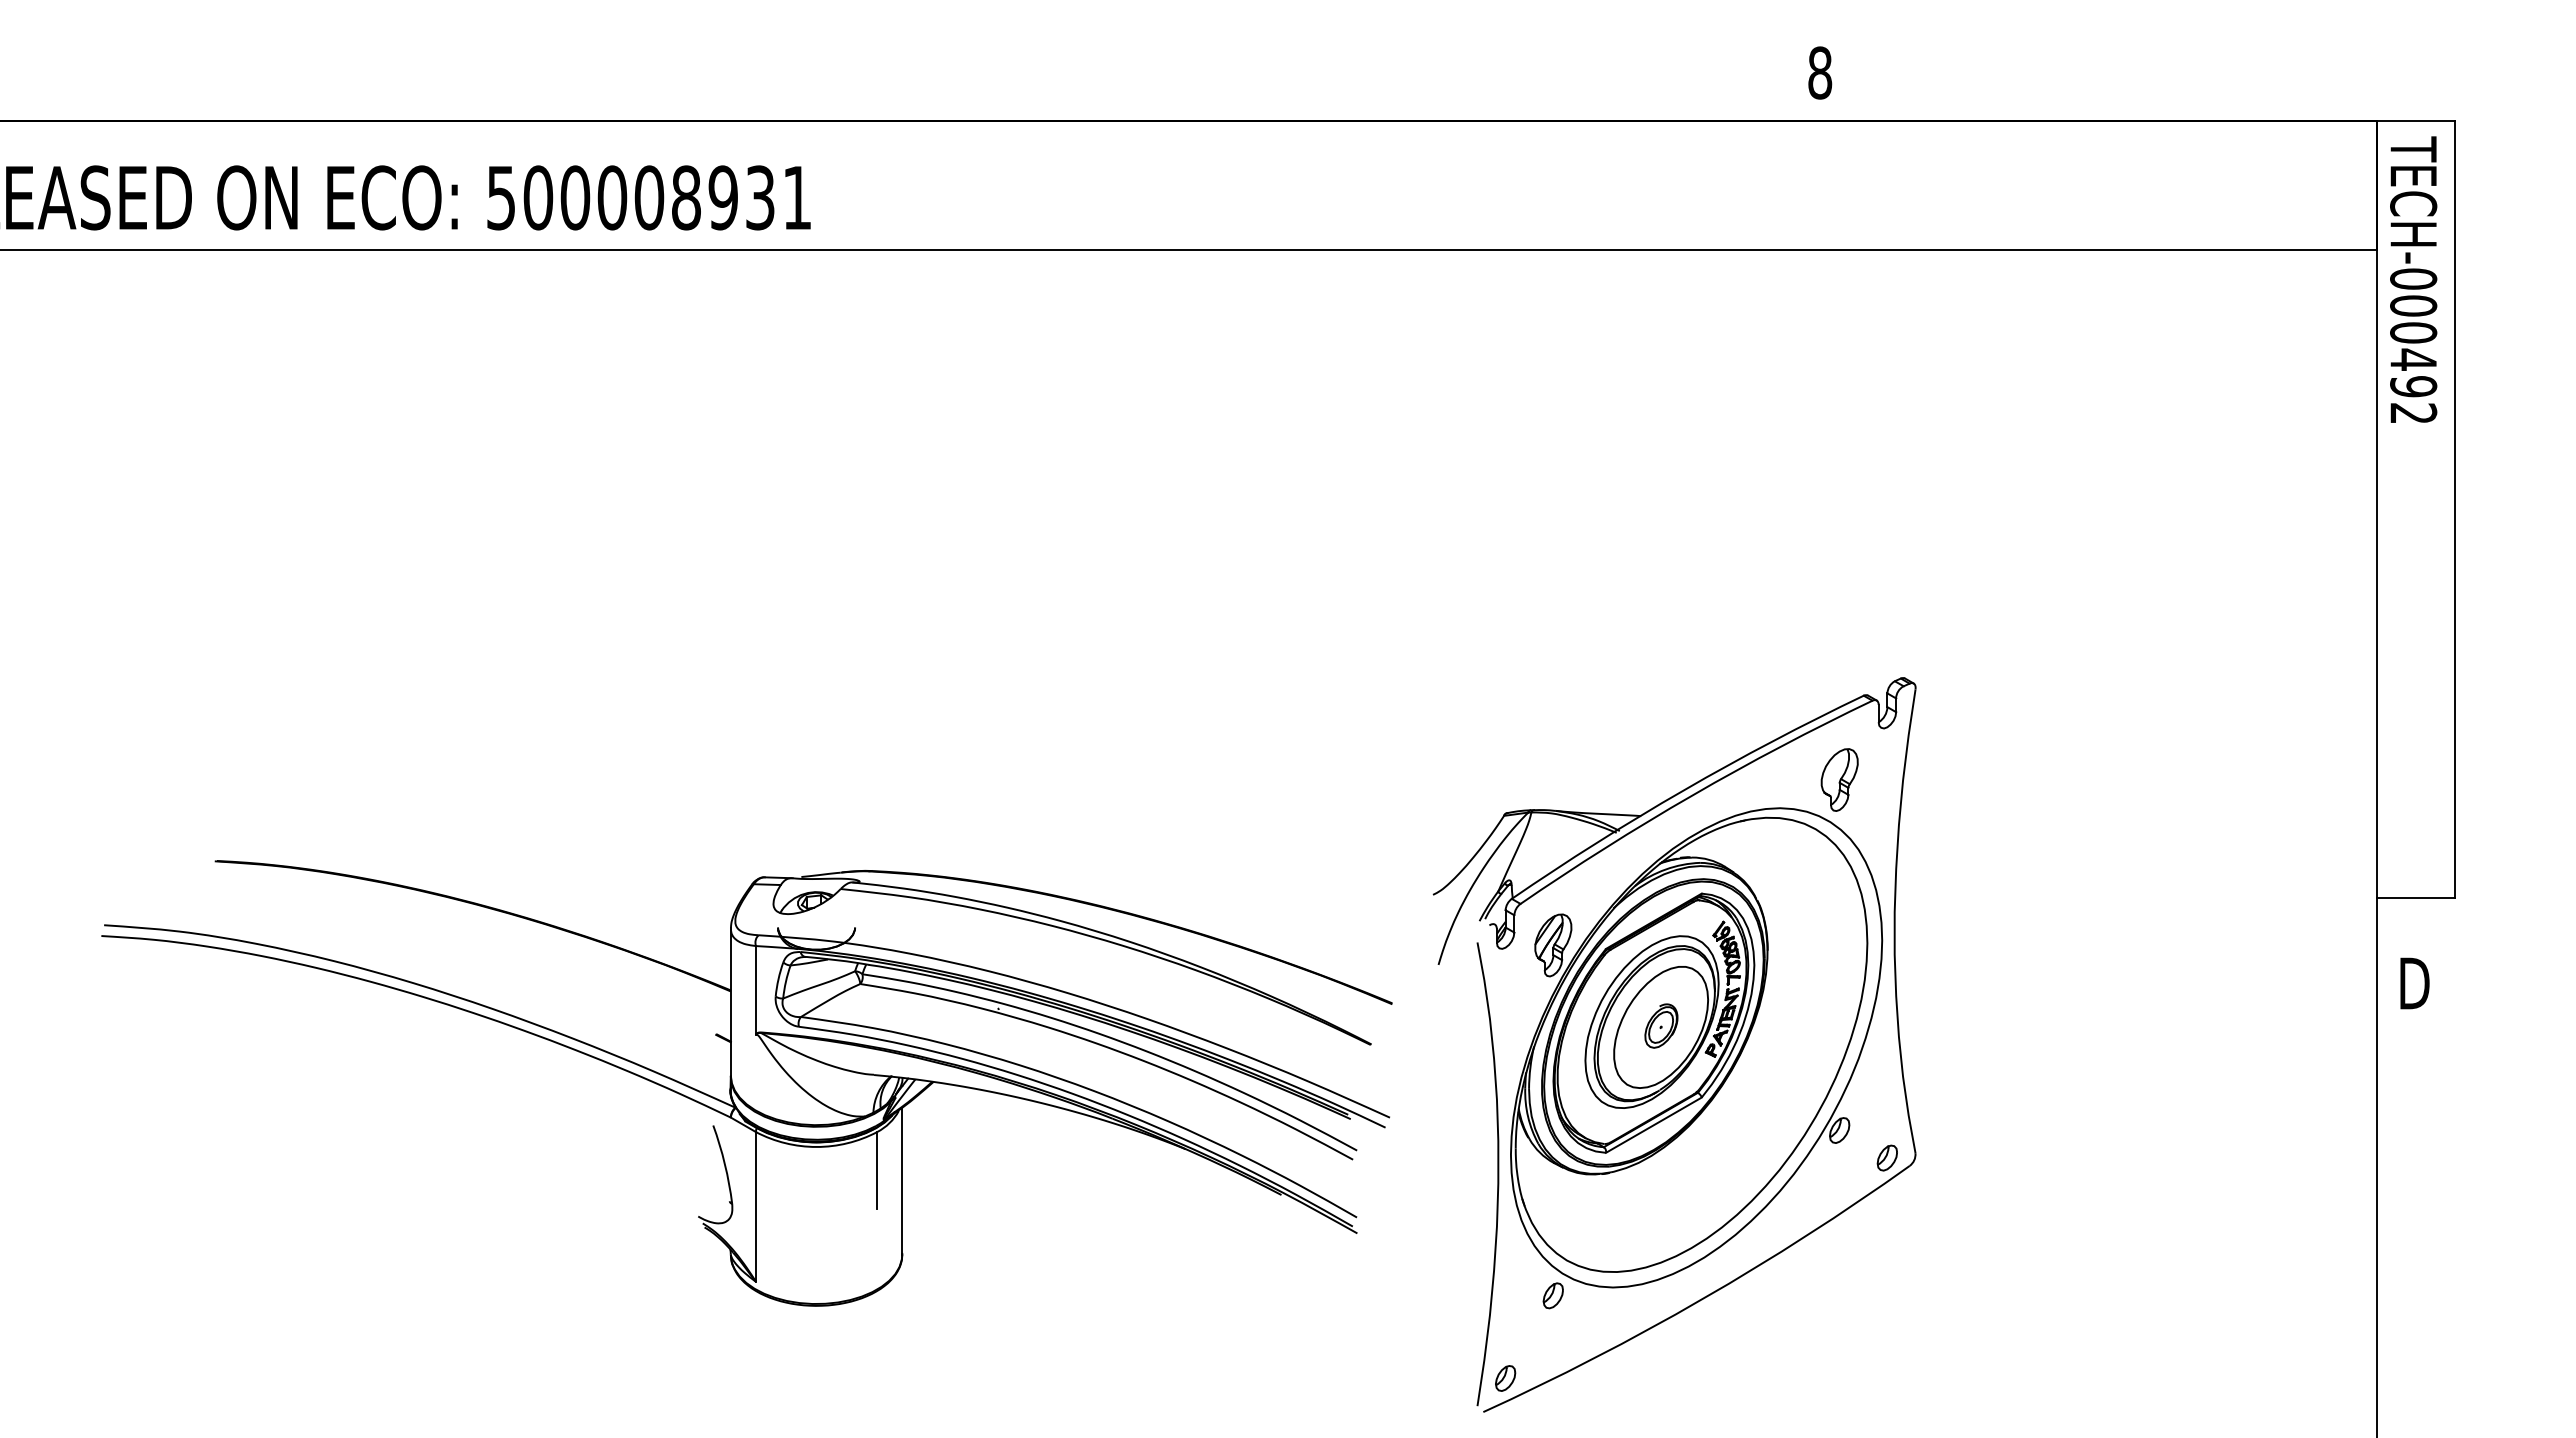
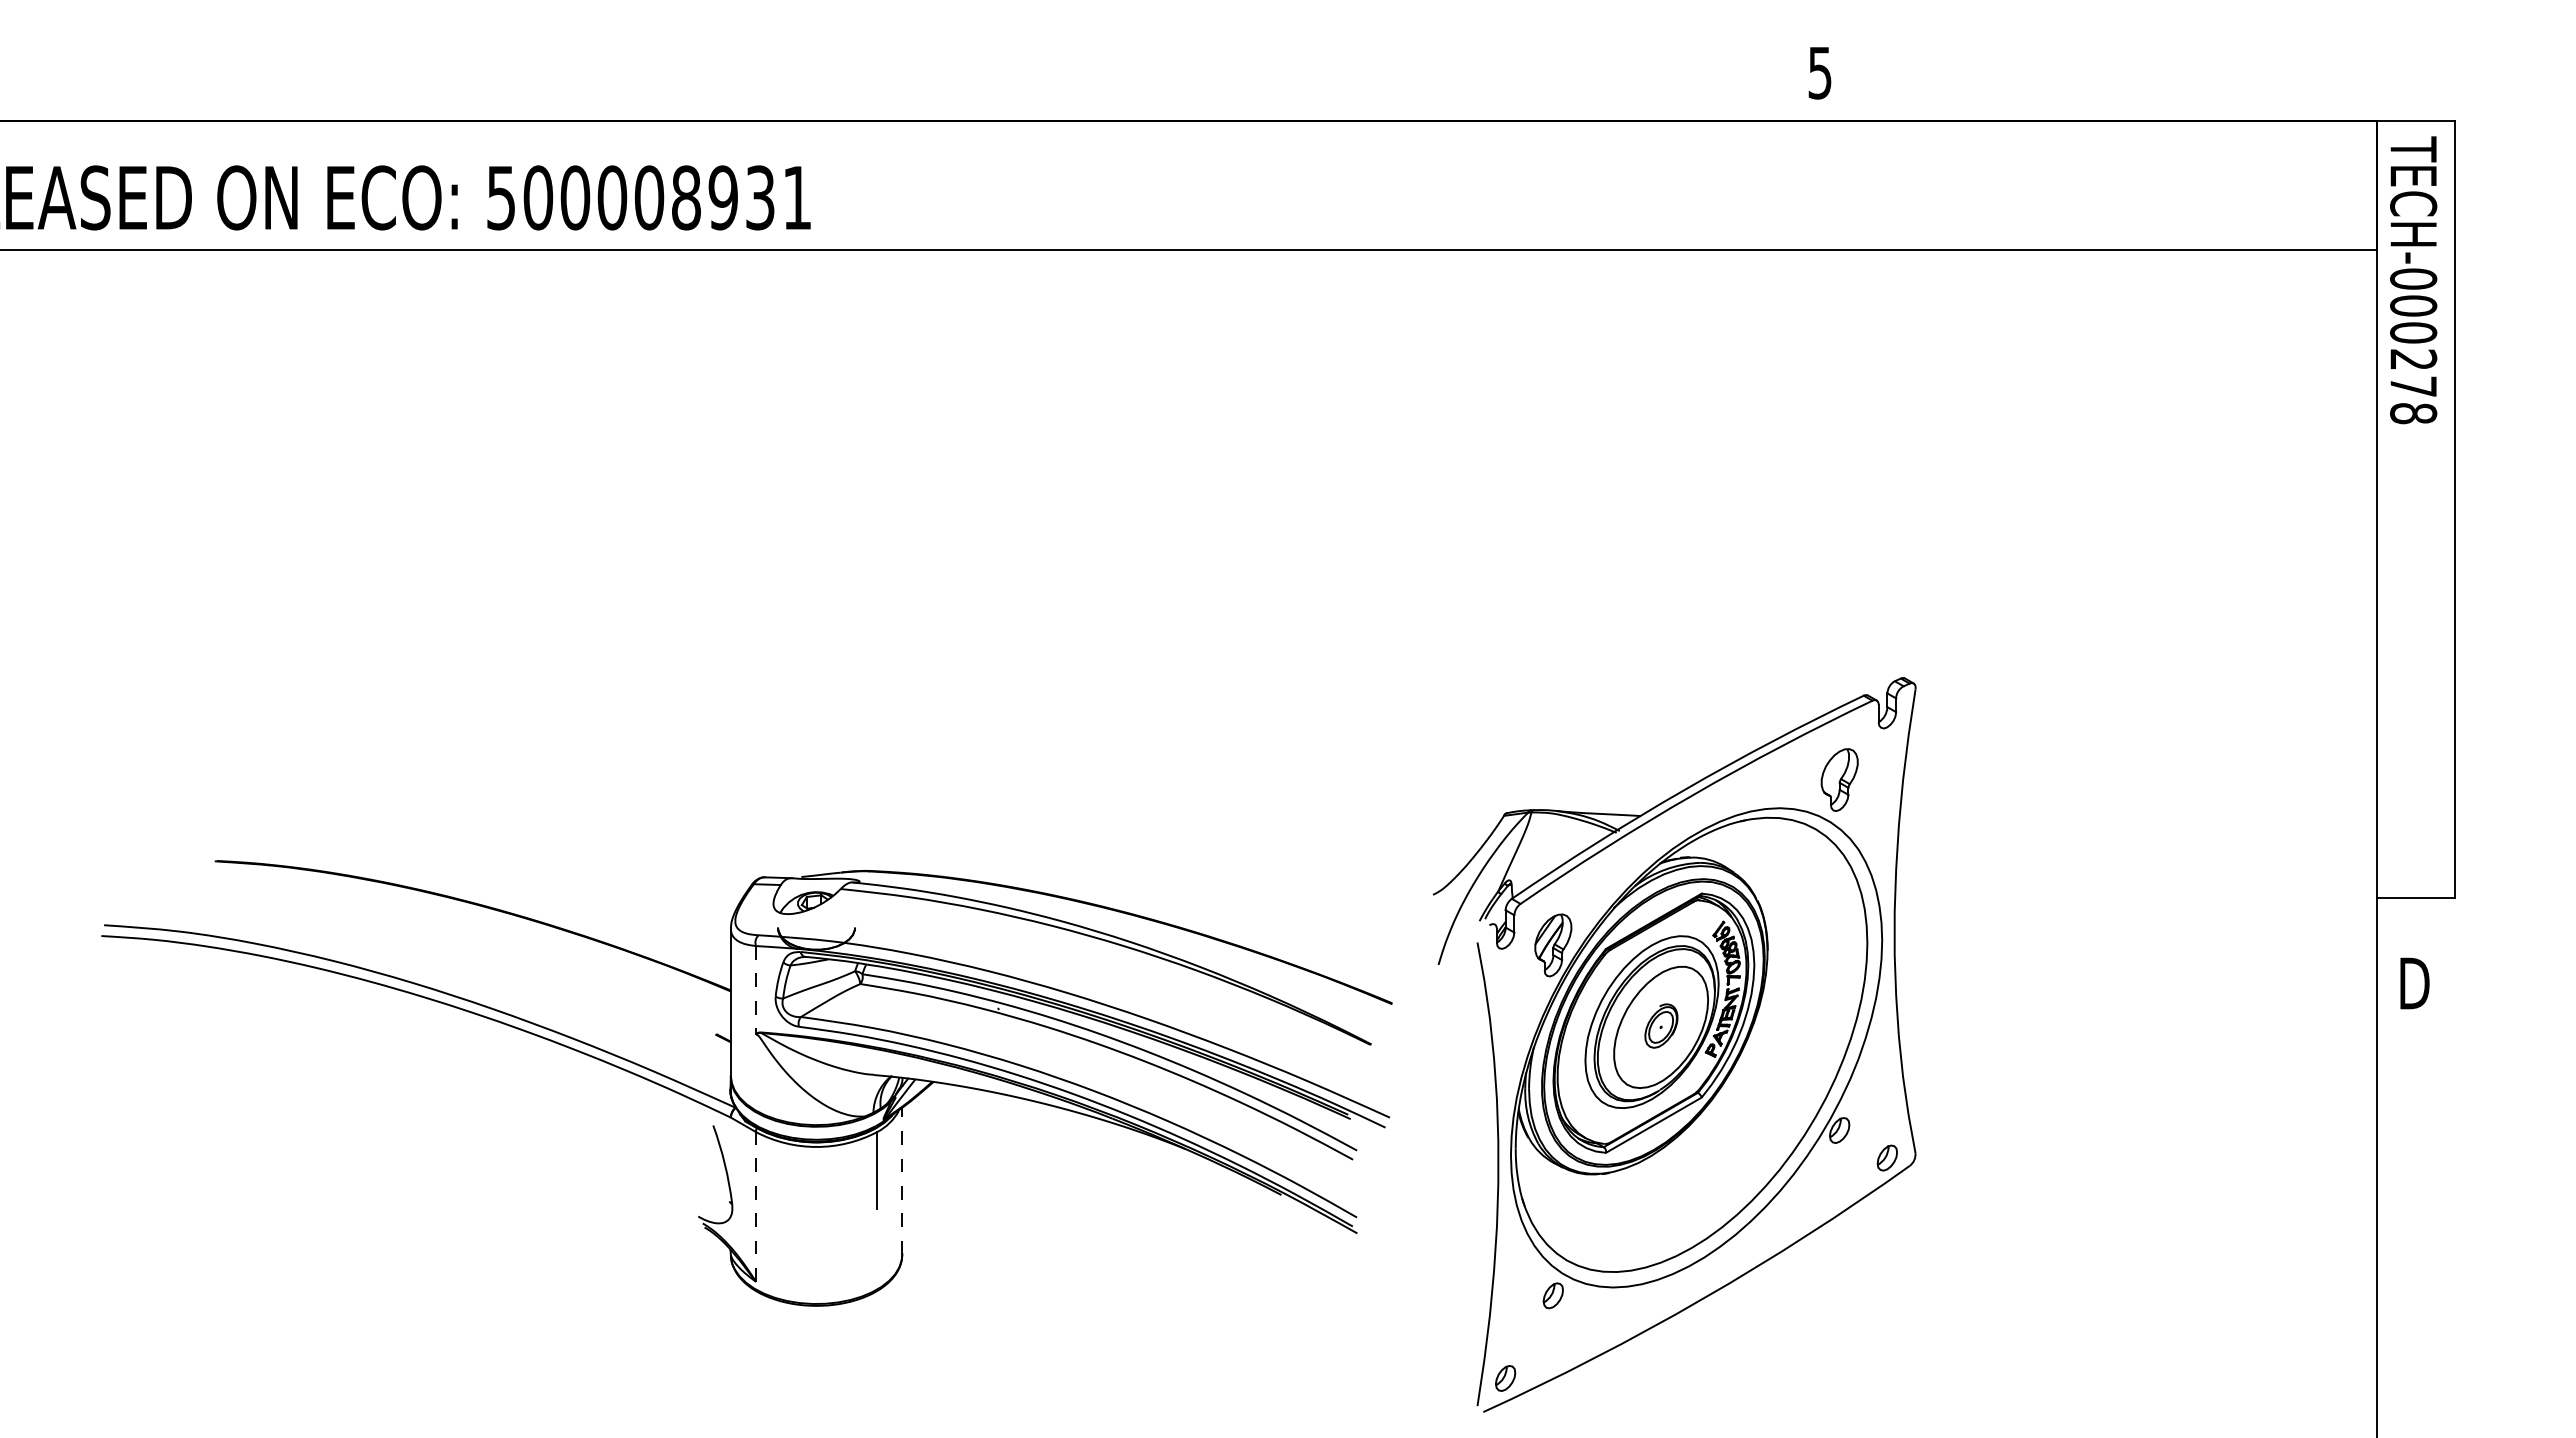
text at (1820, 72): 8 -> 5
text at (2413, 386): TECH-000492 -> TECH-000278
line at (755, 990): solid -> dashed
line at (902, 1180): solid -> dashed
line at (755, 1206): solid -> dashed
